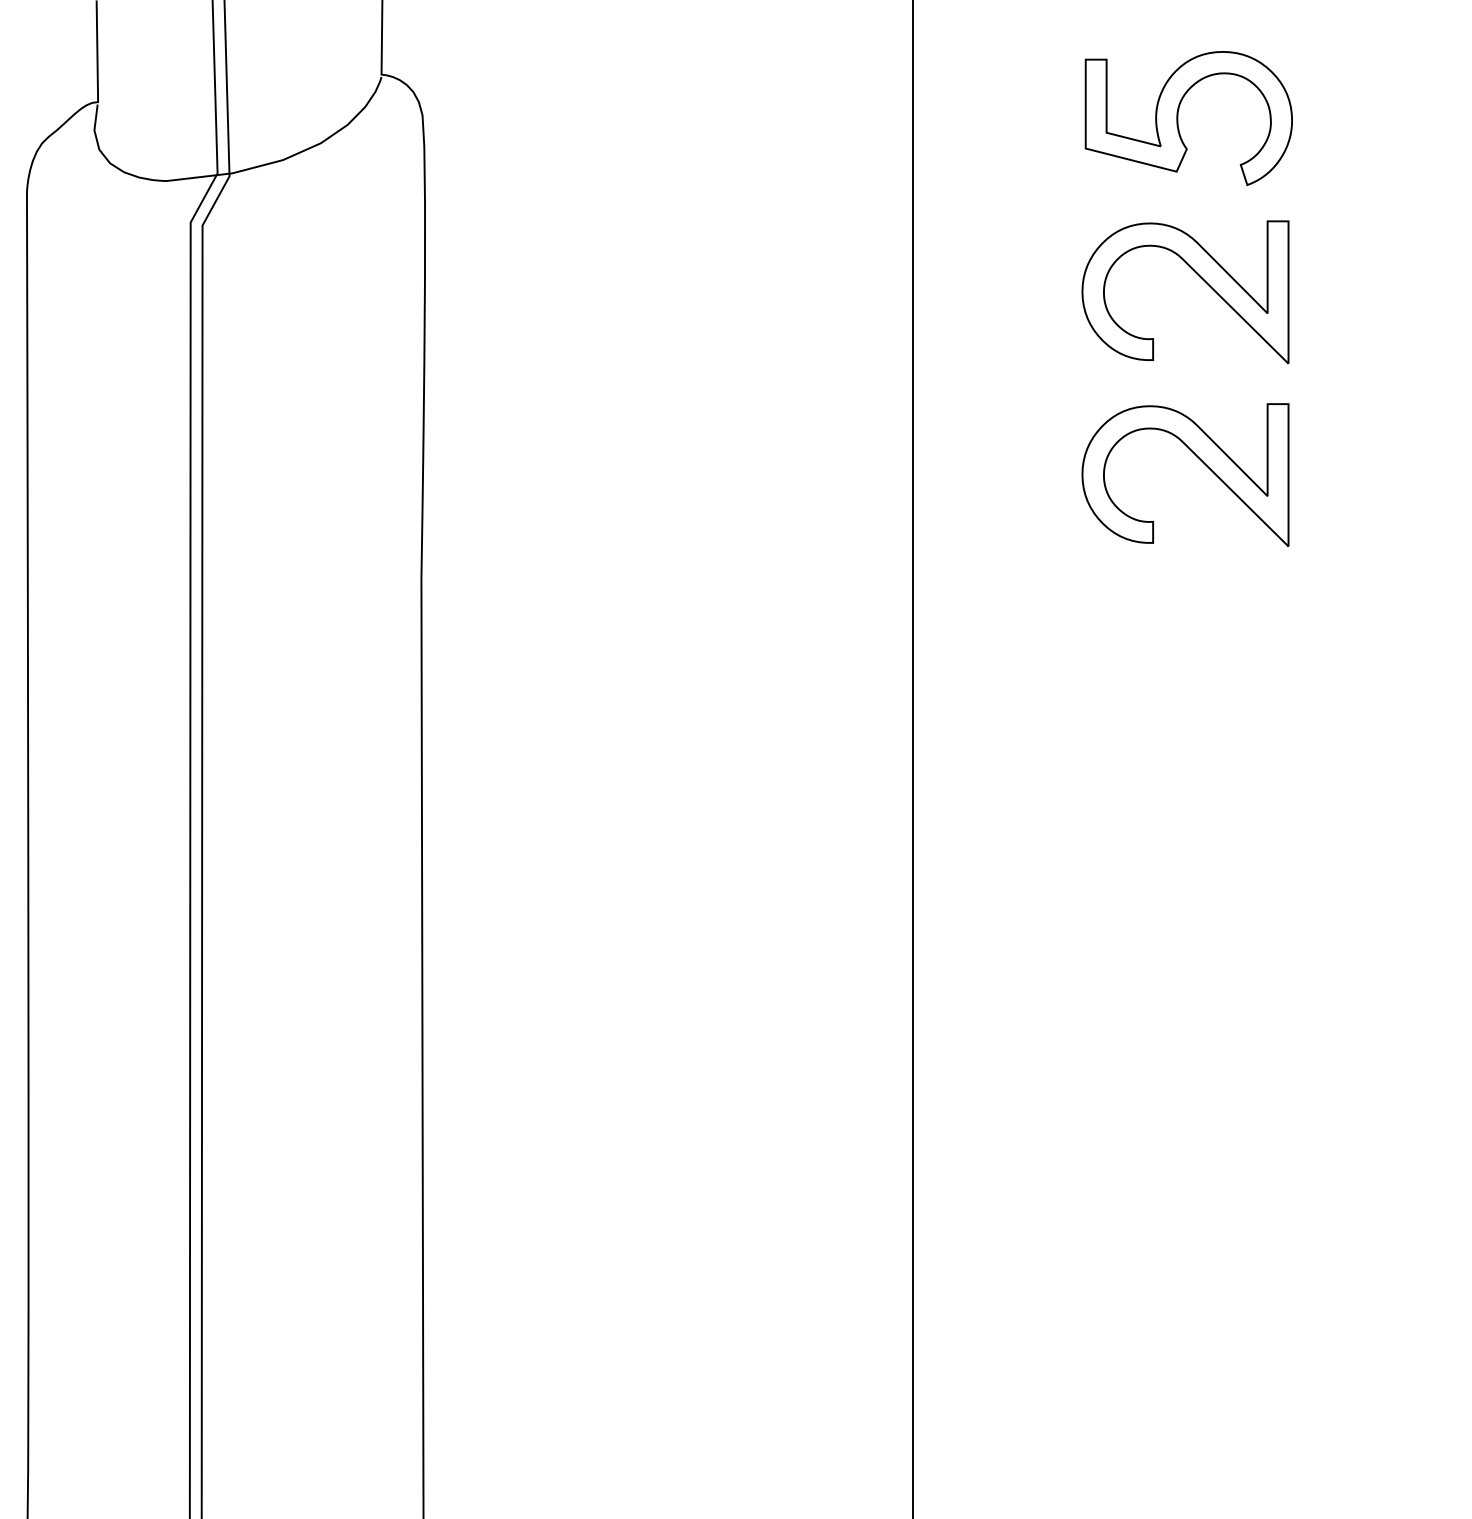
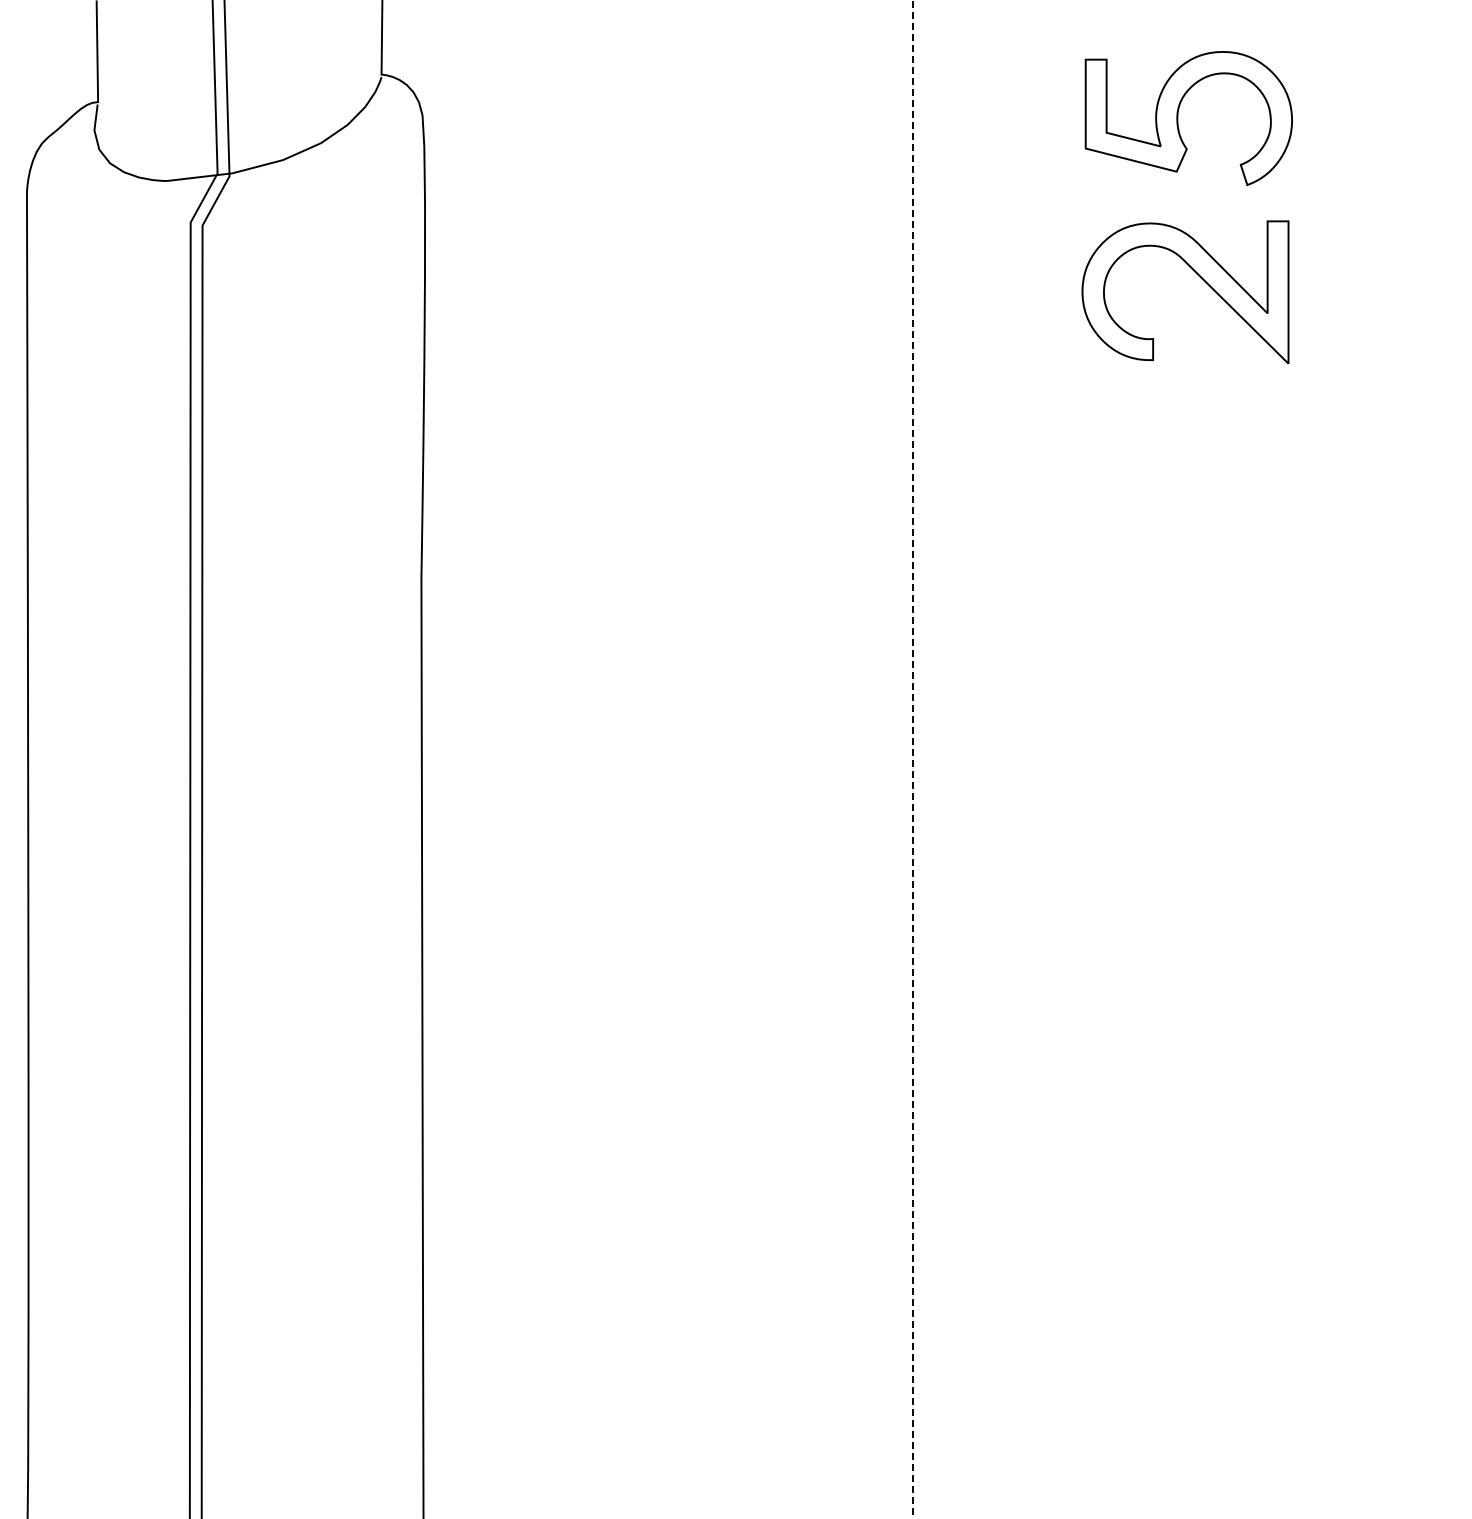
part at (1199, 459): present -> none
line at (913, 759): solid -> dashed
